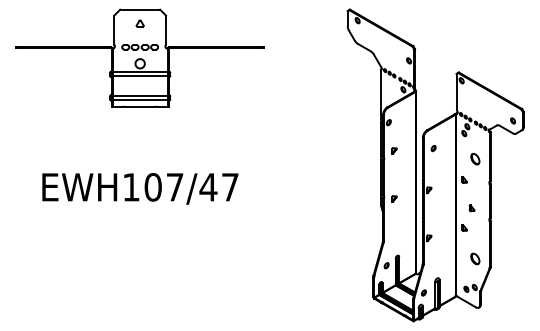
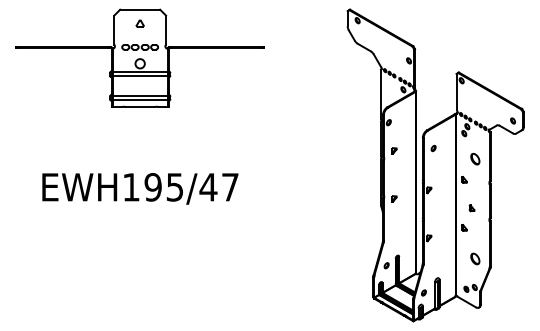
text at (163, 187): EWH107/47 -> EWH195/47
